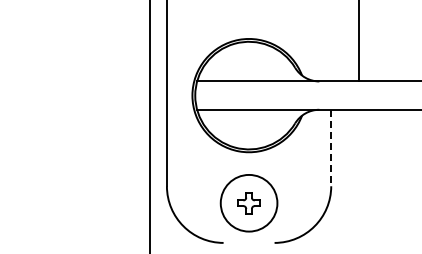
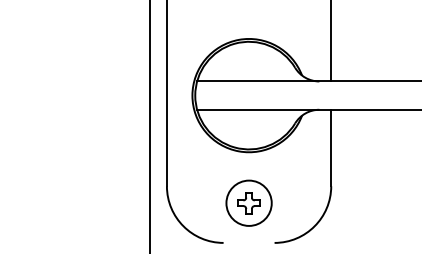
line at (359, 41) position: (359, 41) -> (331, 41)
line at (331, 148): dashed -> solid
circle at (248, 202) diameter: 57 px -> 45 px
